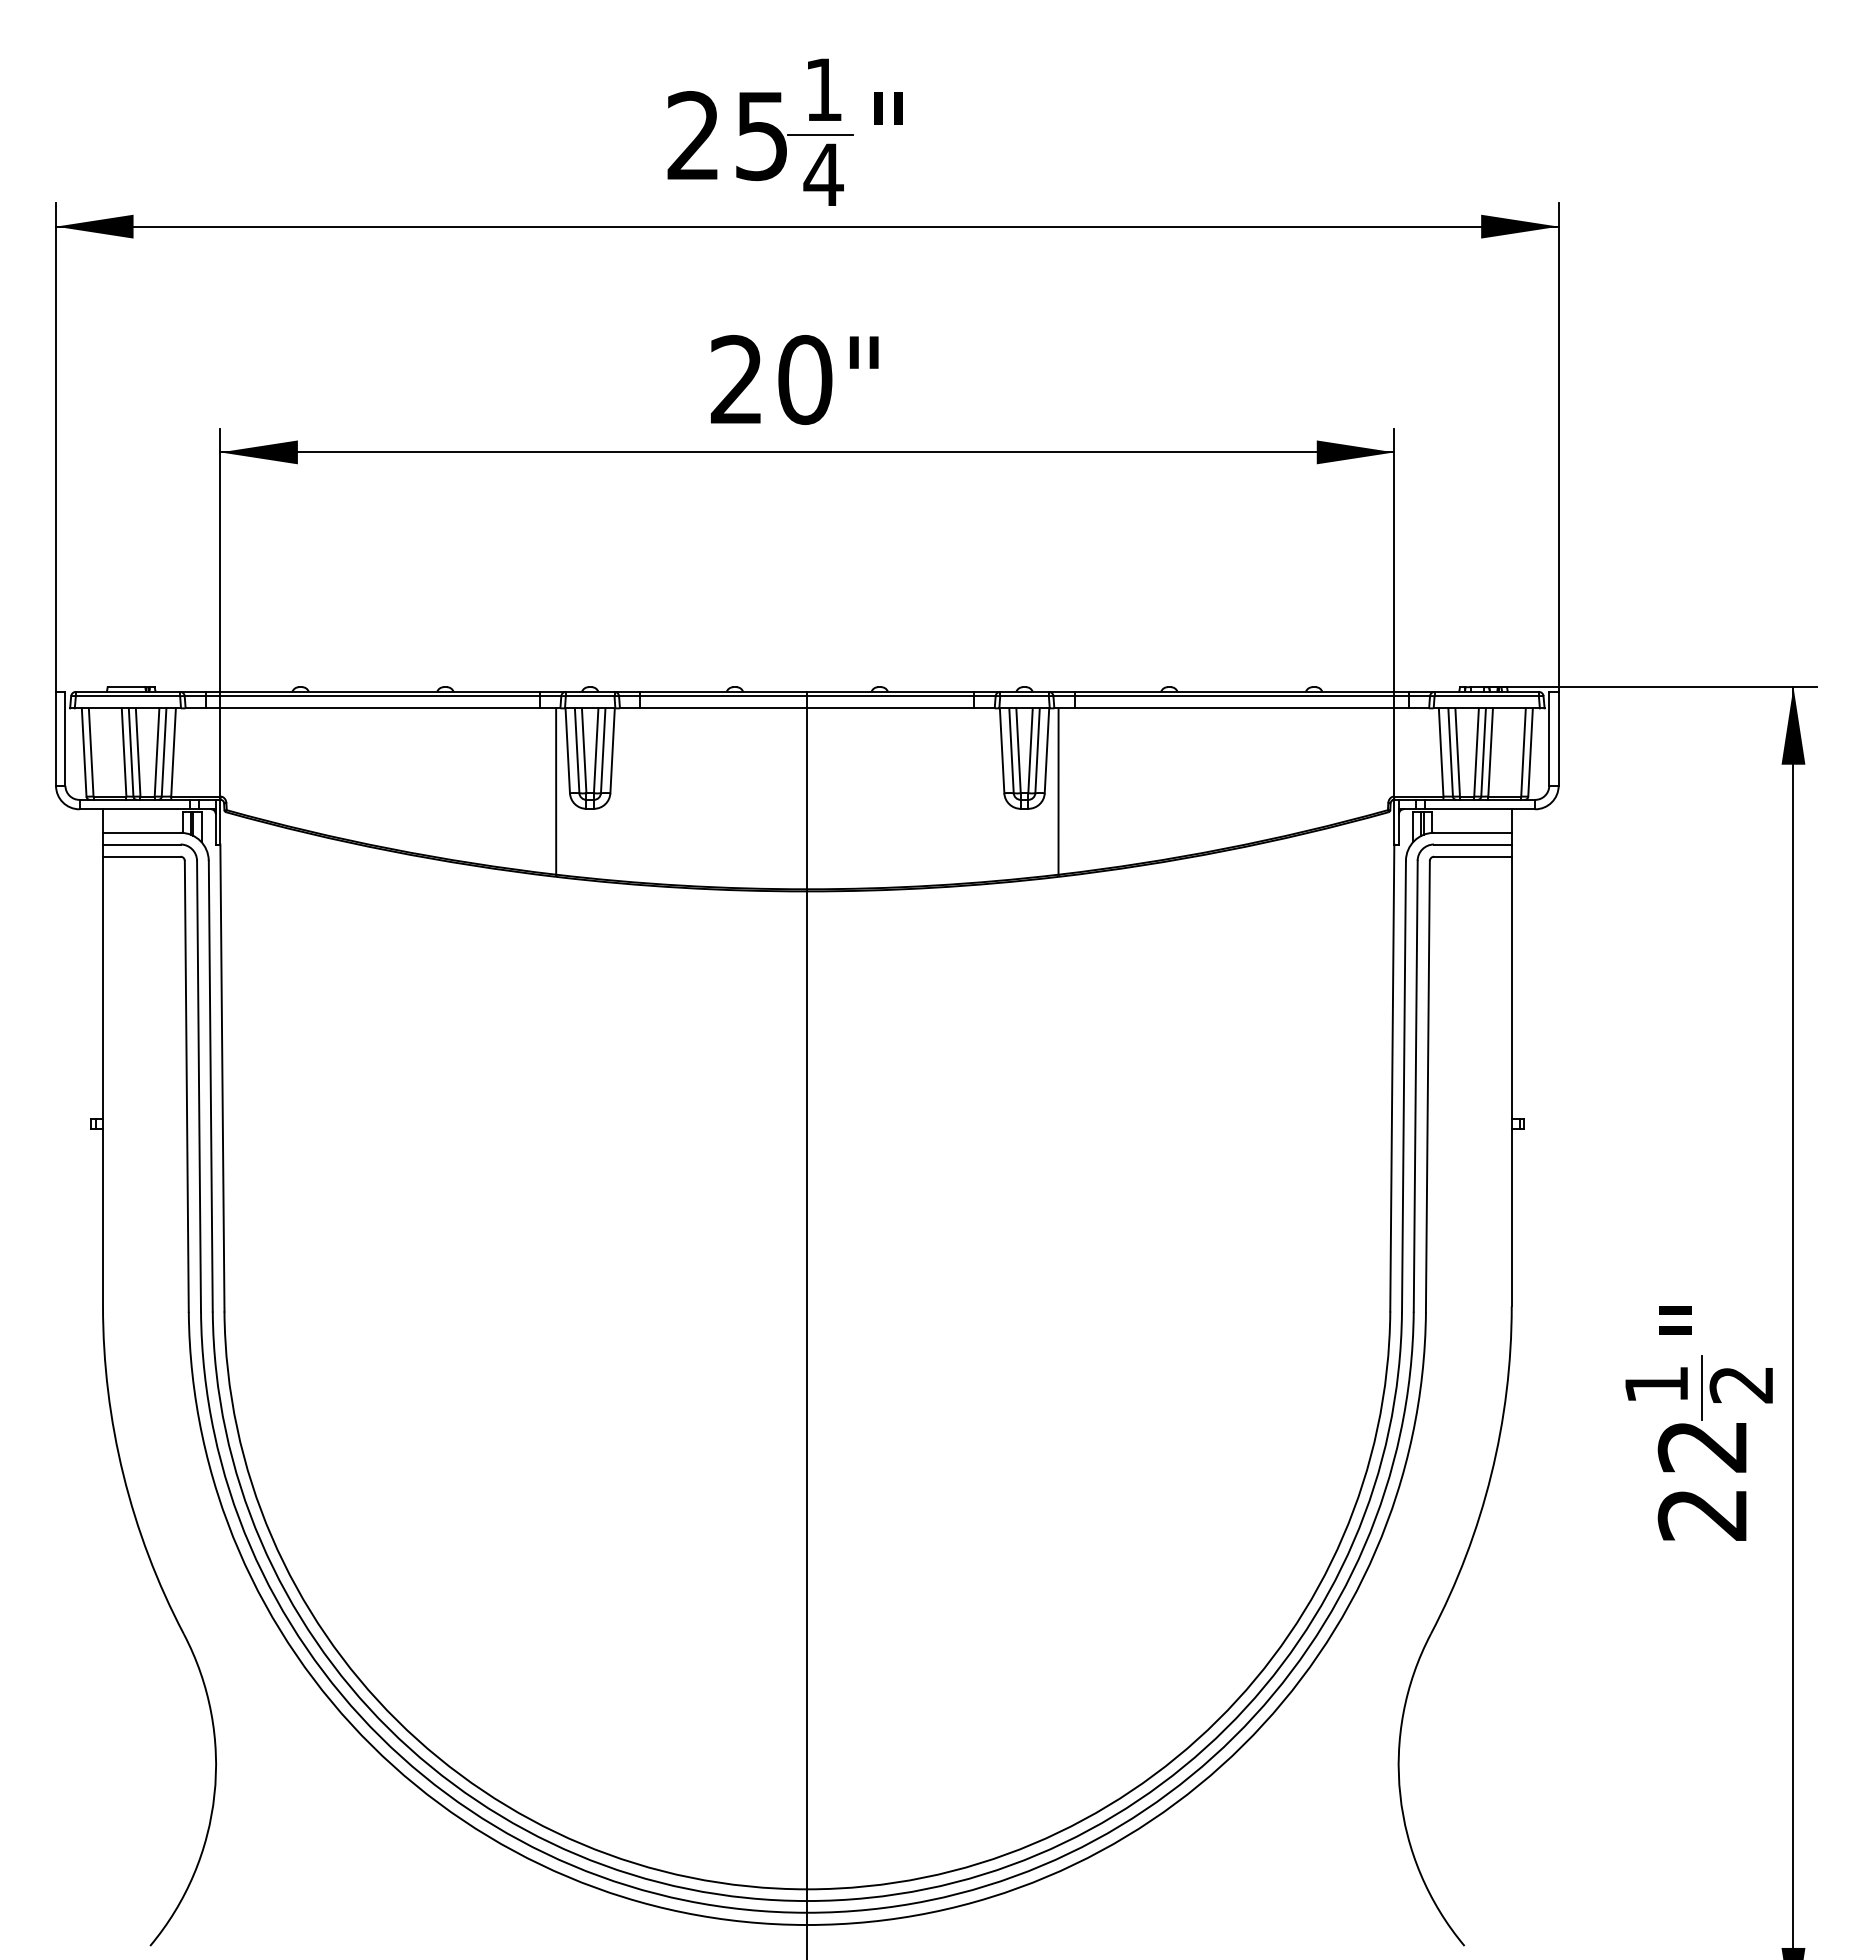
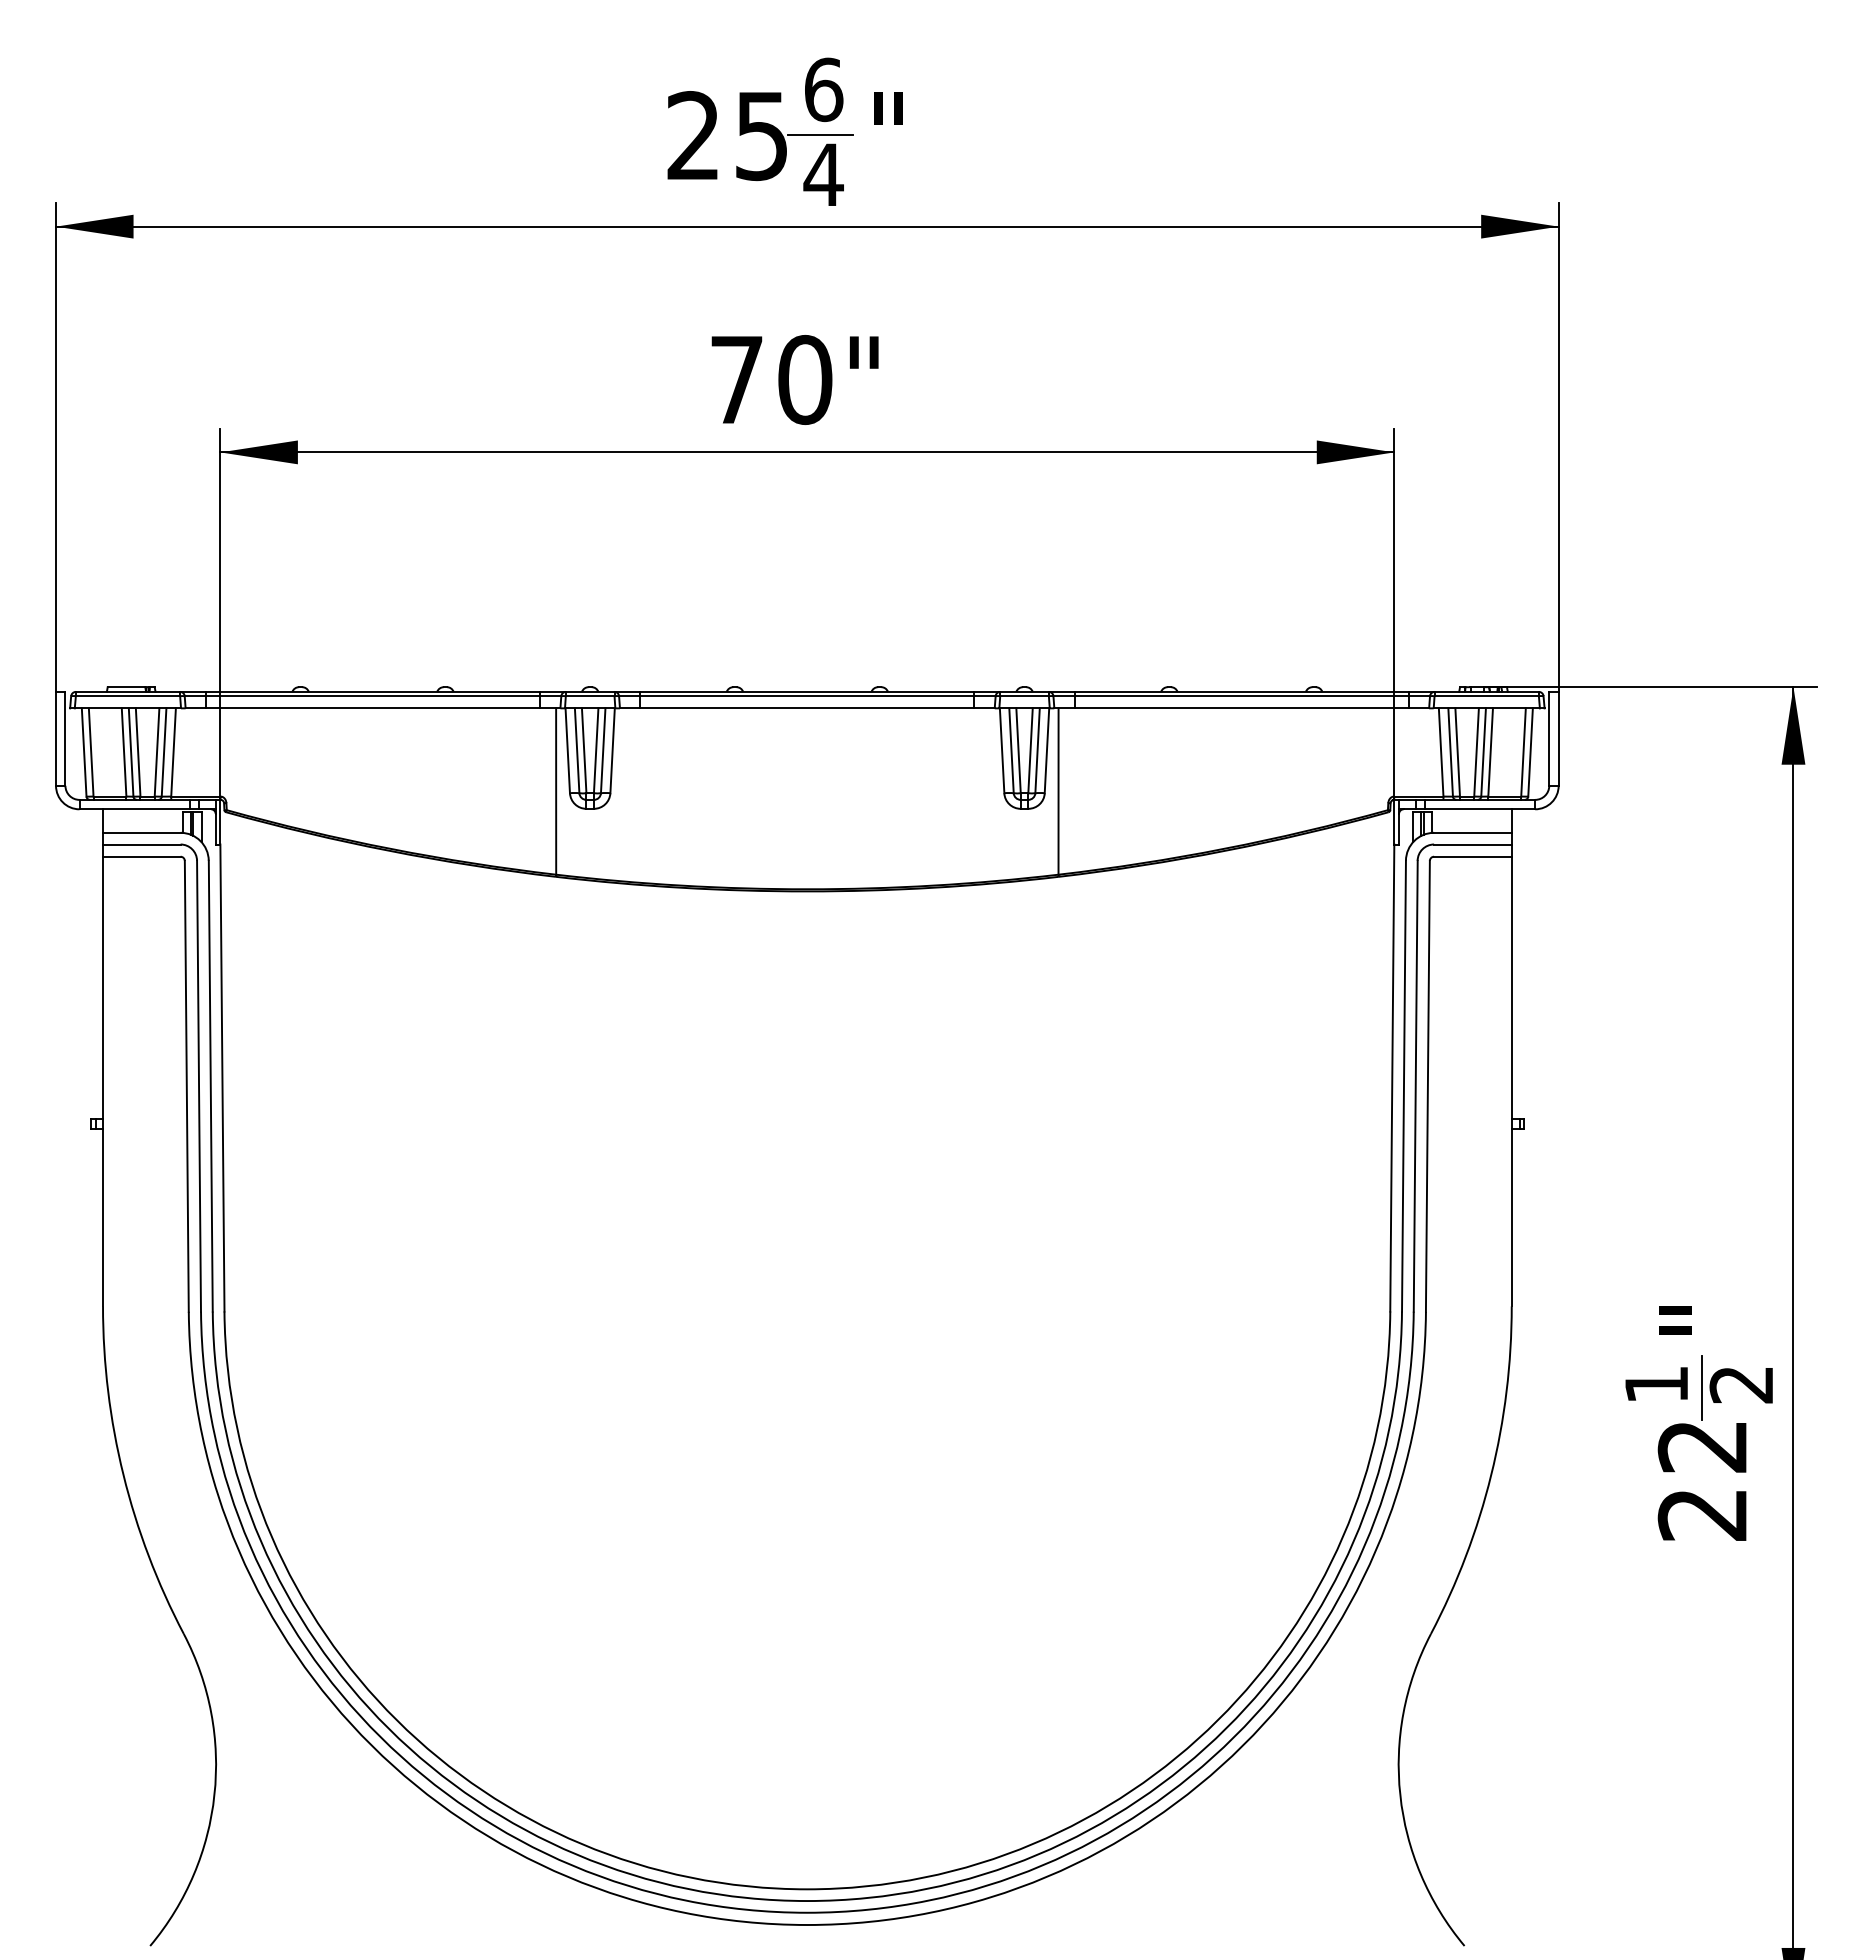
text at (824, 89): 1 -> 6
text at (736, 378): 20" -> 70"
line at (807, 1323): present -> none
